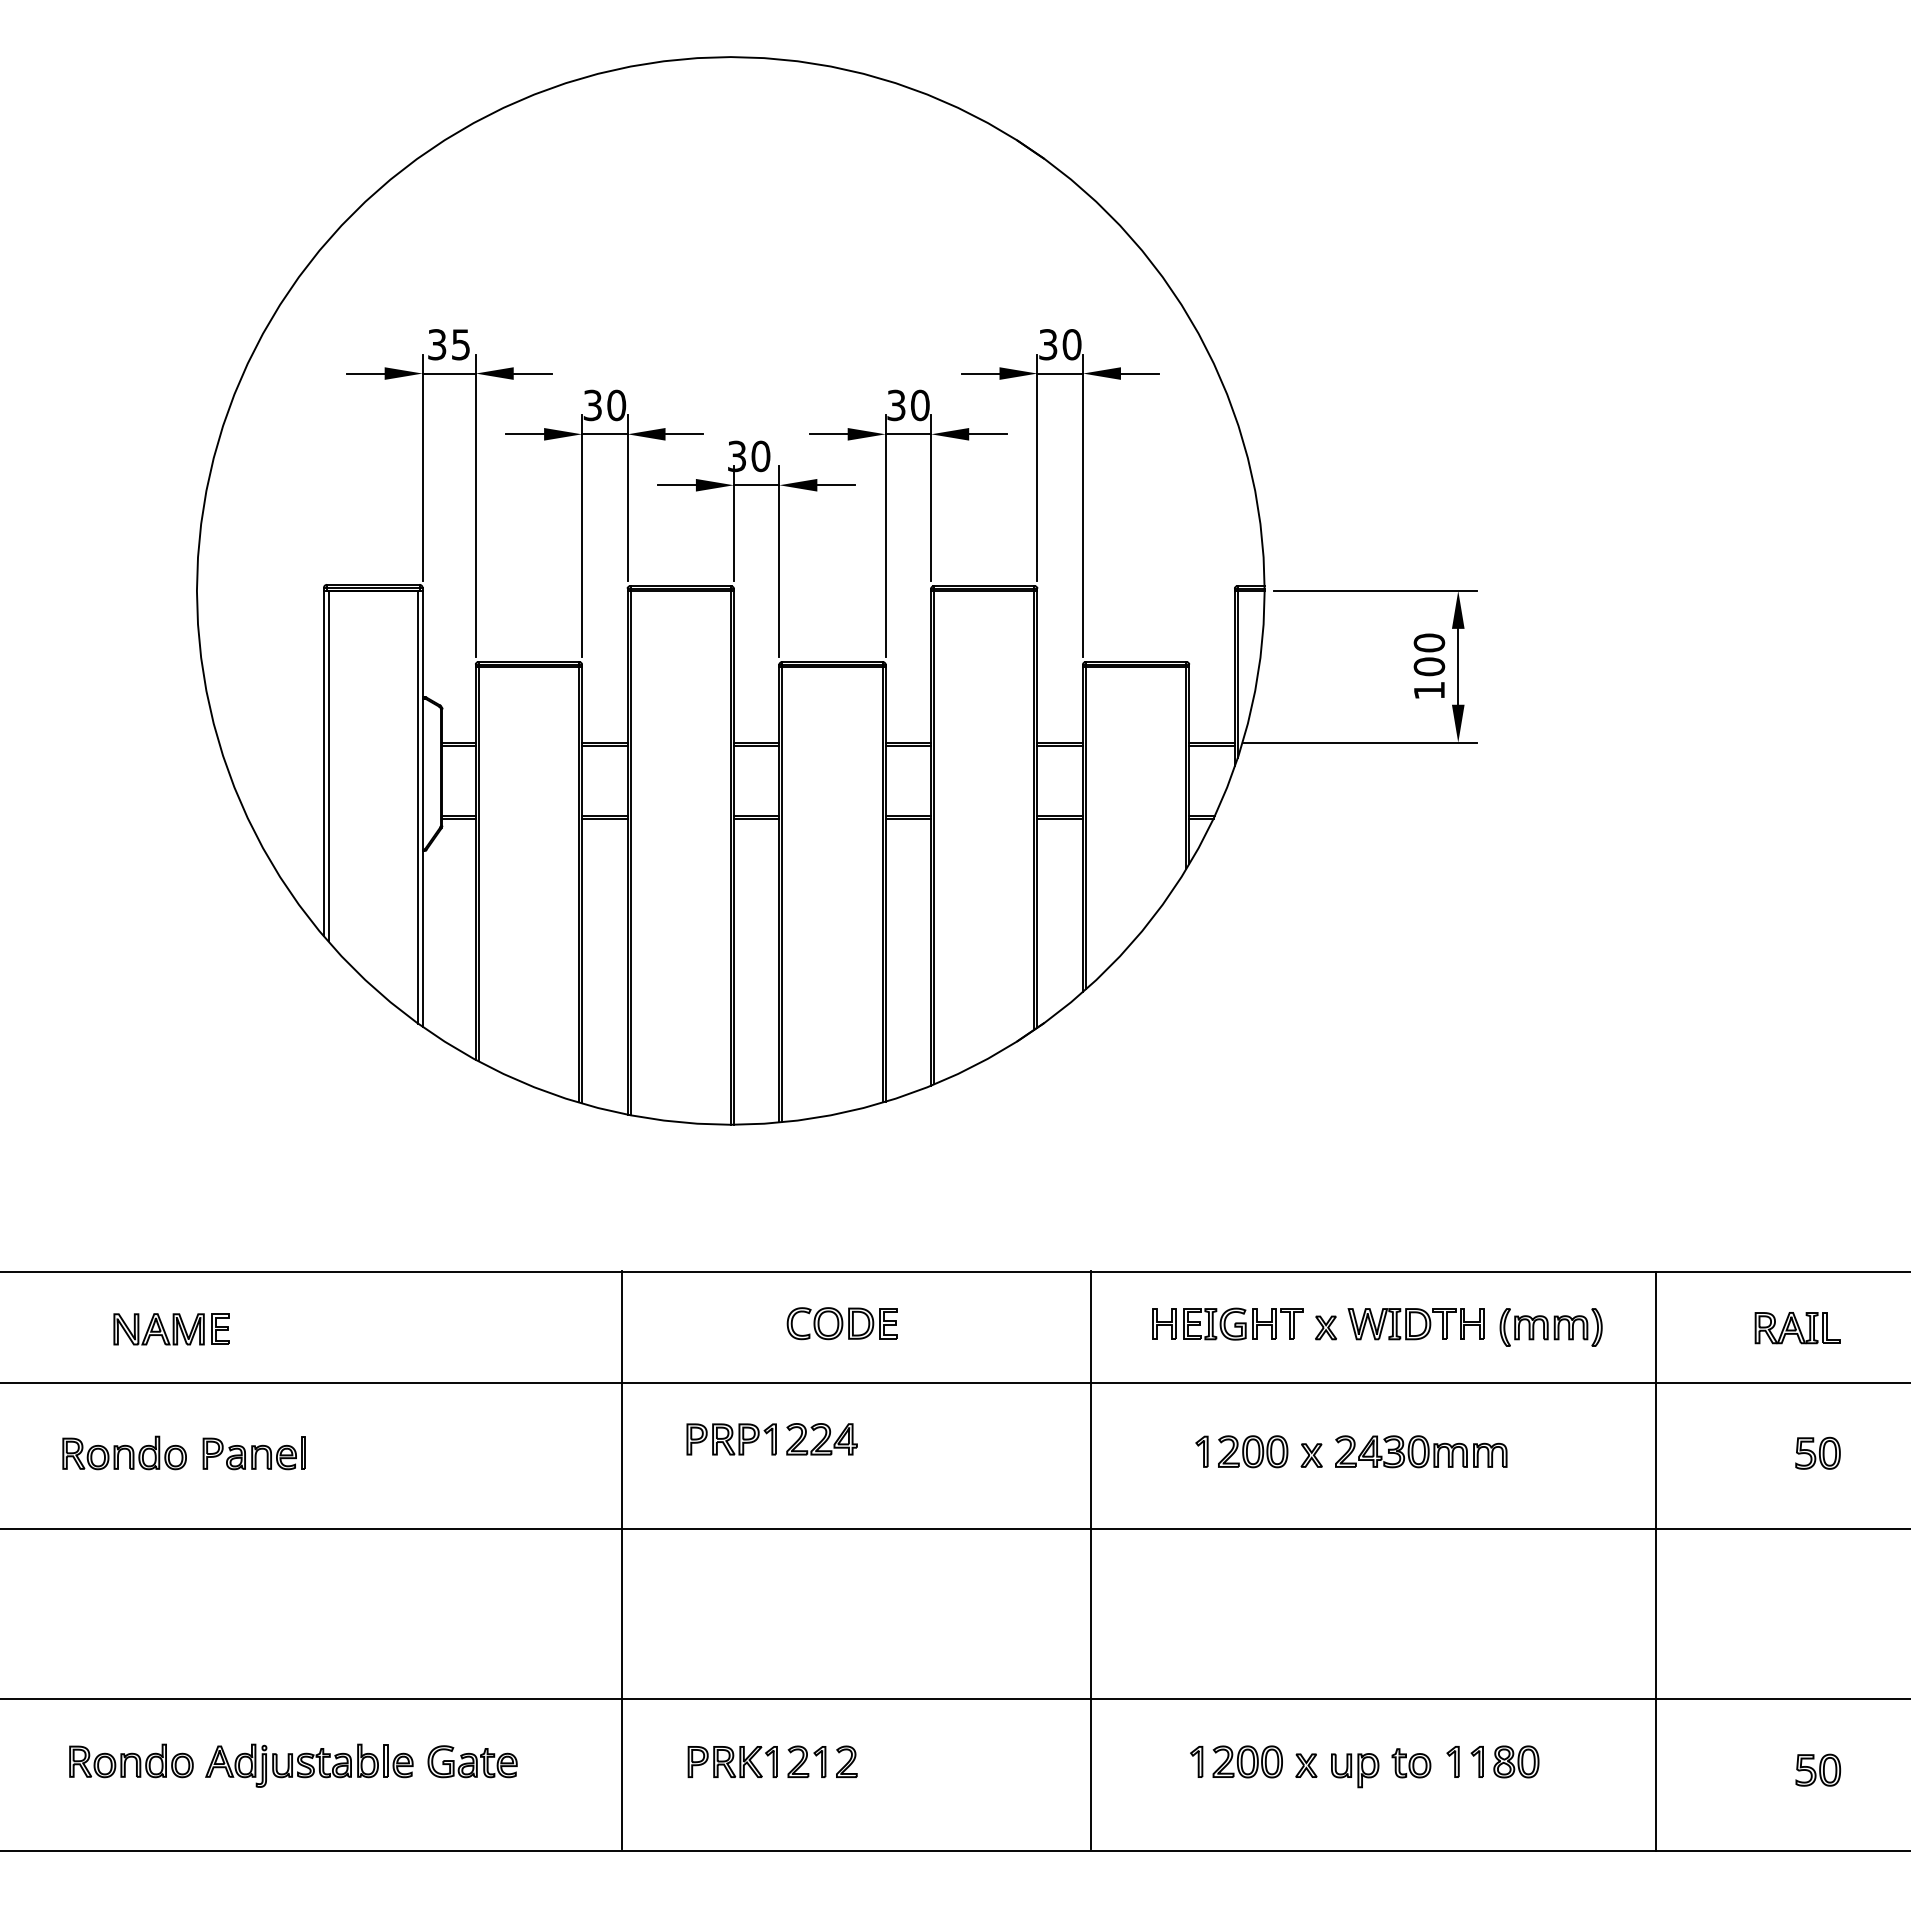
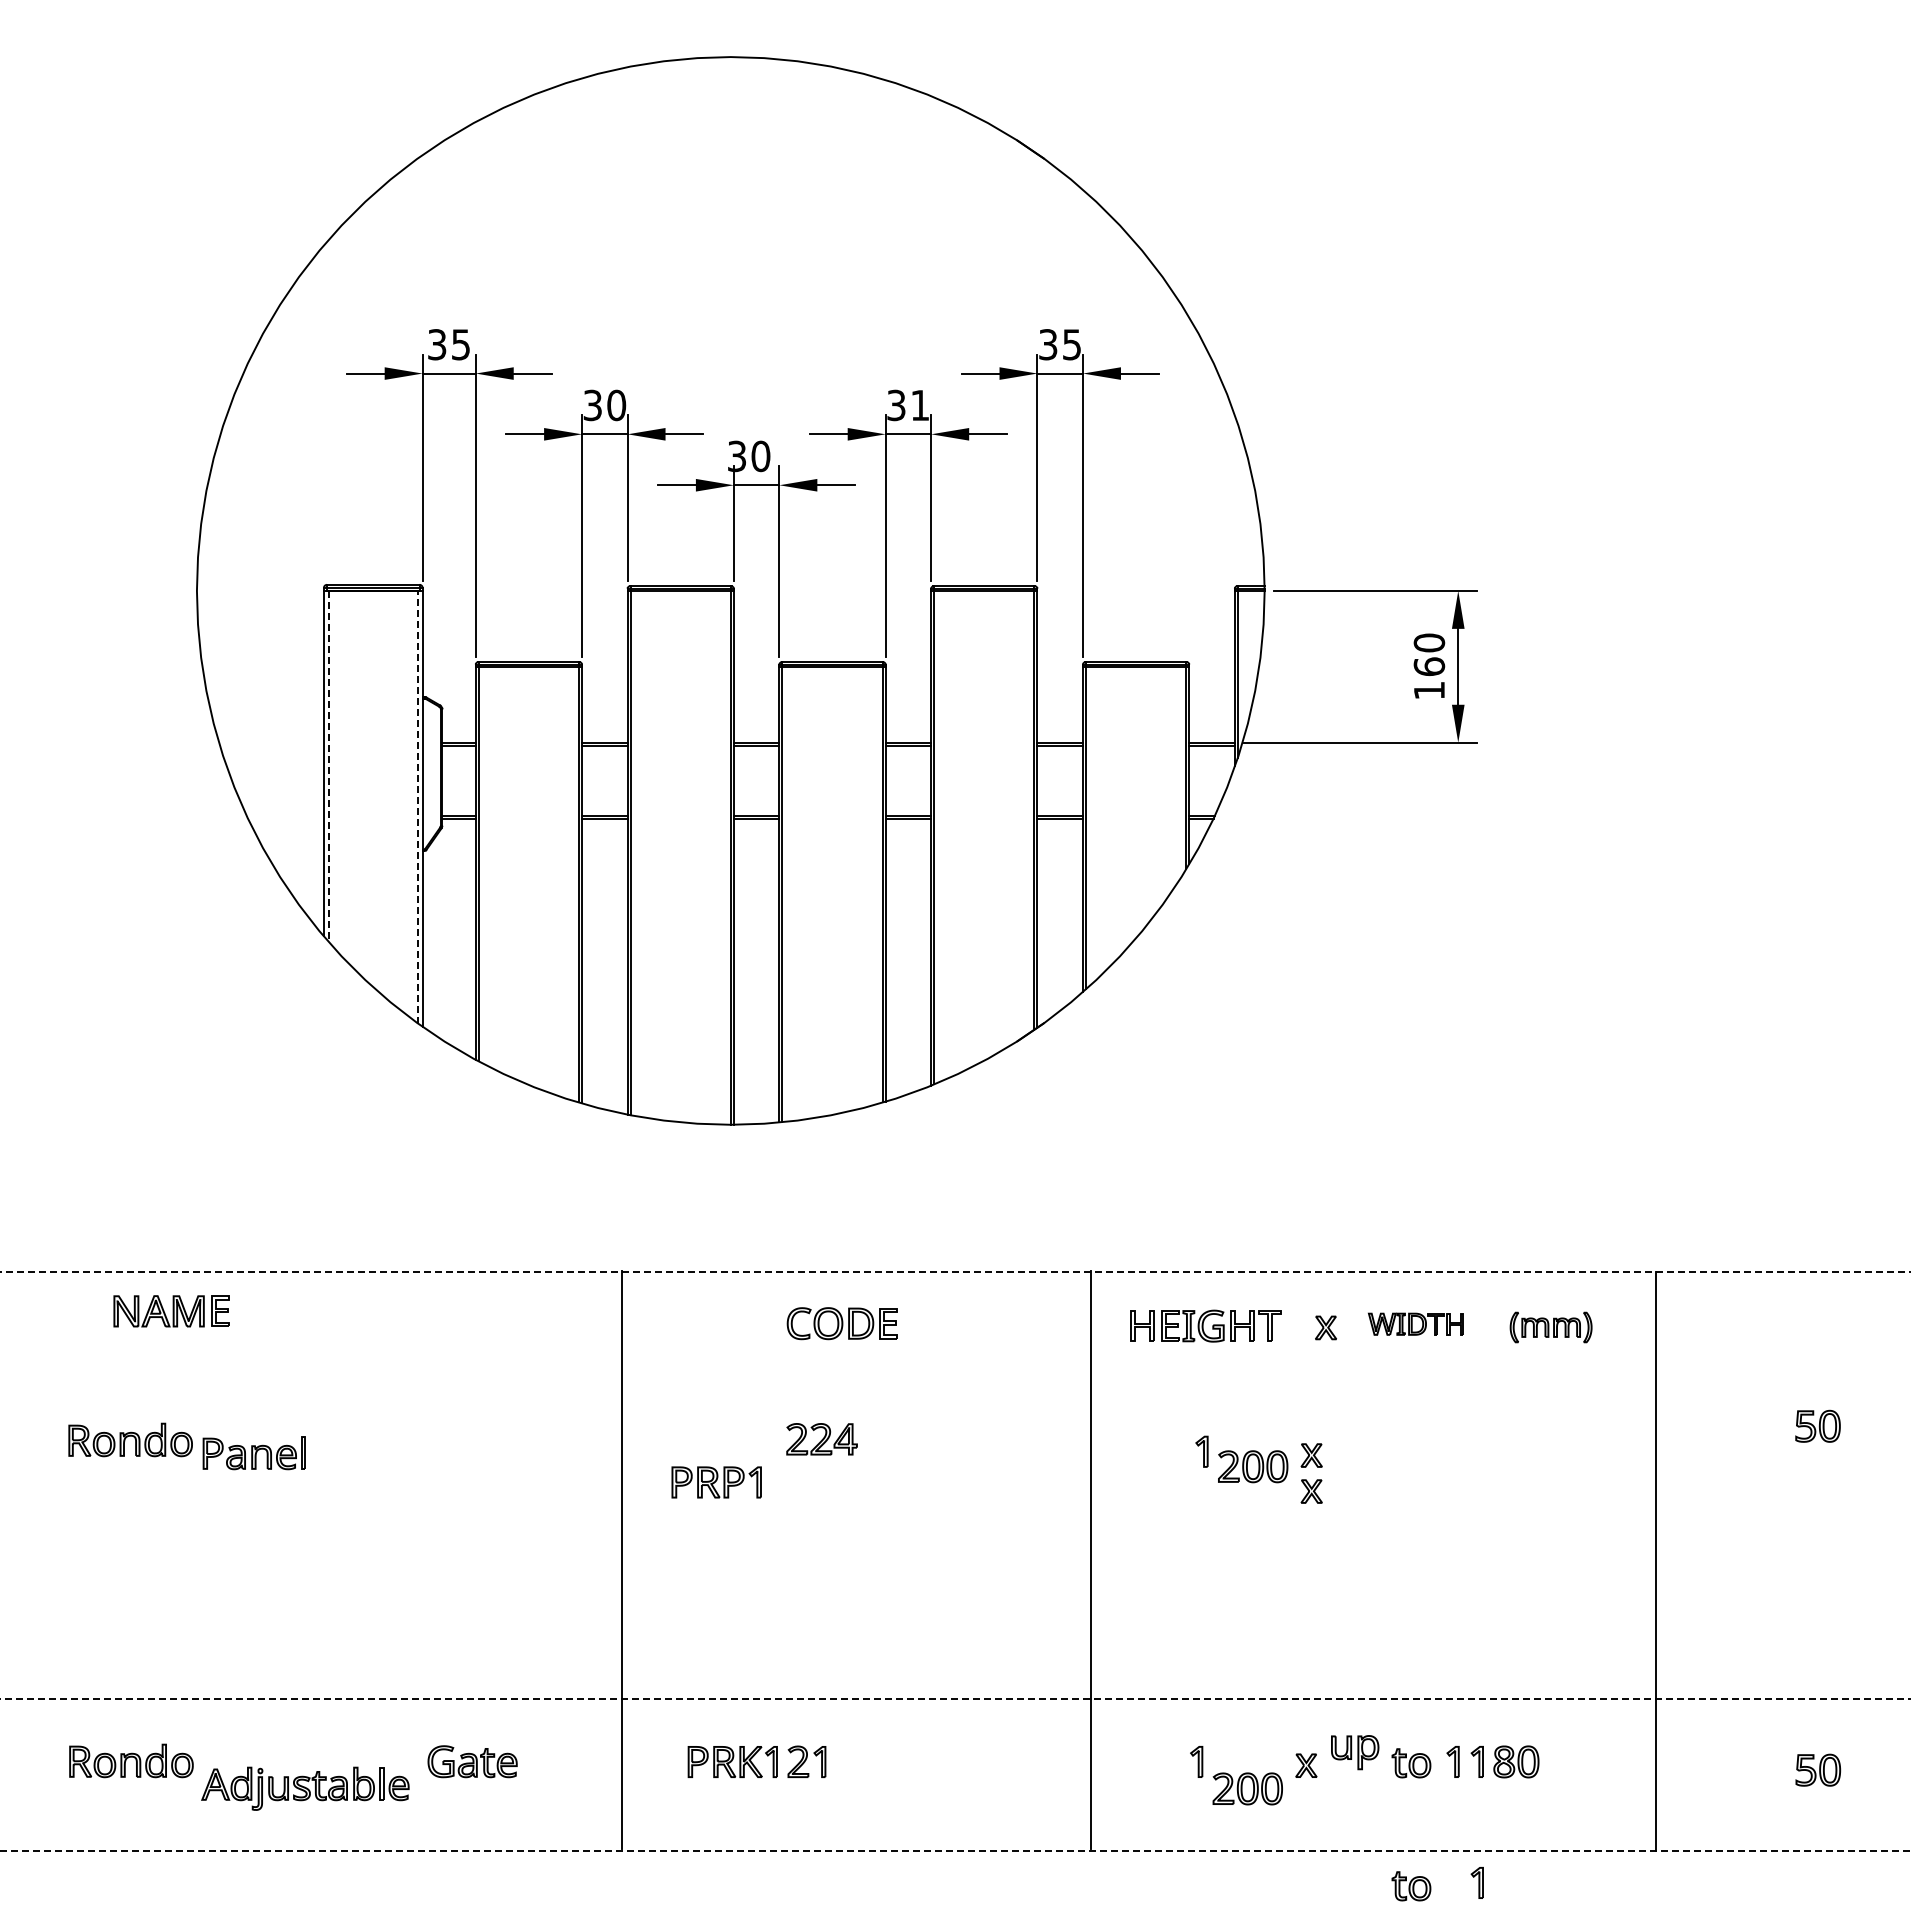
text at (1071, 344): 30 -> 35
text at (920, 405): 30 -> 31
text at (1428, 666): 100 -> 160
line at (328, 766): solid -> dashed
line at (418, 806): solid -> dashed
line at (956, 1272): solid -> dashed
part at (1227, 1323) position: (1227, 1323) -> (1205, 1325)
part at (1415, 1324) size: 138x33 px -> 96x24 px
part at (1550, 1327) size: 104x39 px -> 84x33 px
part at (1797, 1328): present -> none
part at (171, 1329) position: (171, 1329) -> (171, 1311)
line at (954, 1383): present -> none
part at (731, 1439) position: (731, 1439) -> (716, 1482)
part at (1253, 1451) position: (1253, 1451) -> (1253, 1466)
part at (1421, 1451): present -> none
part at (124, 1452) position: (124, 1452) -> (130, 1439)
part at (1817, 1452) position: (1817, 1452) -> (1817, 1425)
part at (1311, 1491): none -> present
line at (954, 1529): present -> none
line at (955, 1698): solid -> dashed
part at (846, 1761): present -> none
part at (1247, 1761) position: (1247, 1761) -> (1247, 1788)
part at (309, 1765) position: (309, 1765) -> (305, 1788)
part at (1355, 1770) position: (1355, 1770) -> (1355, 1752)
line at (954, 1850): solid -> dashed
part at (1476, 1882): none -> present
part at (1411, 1886): none -> present
